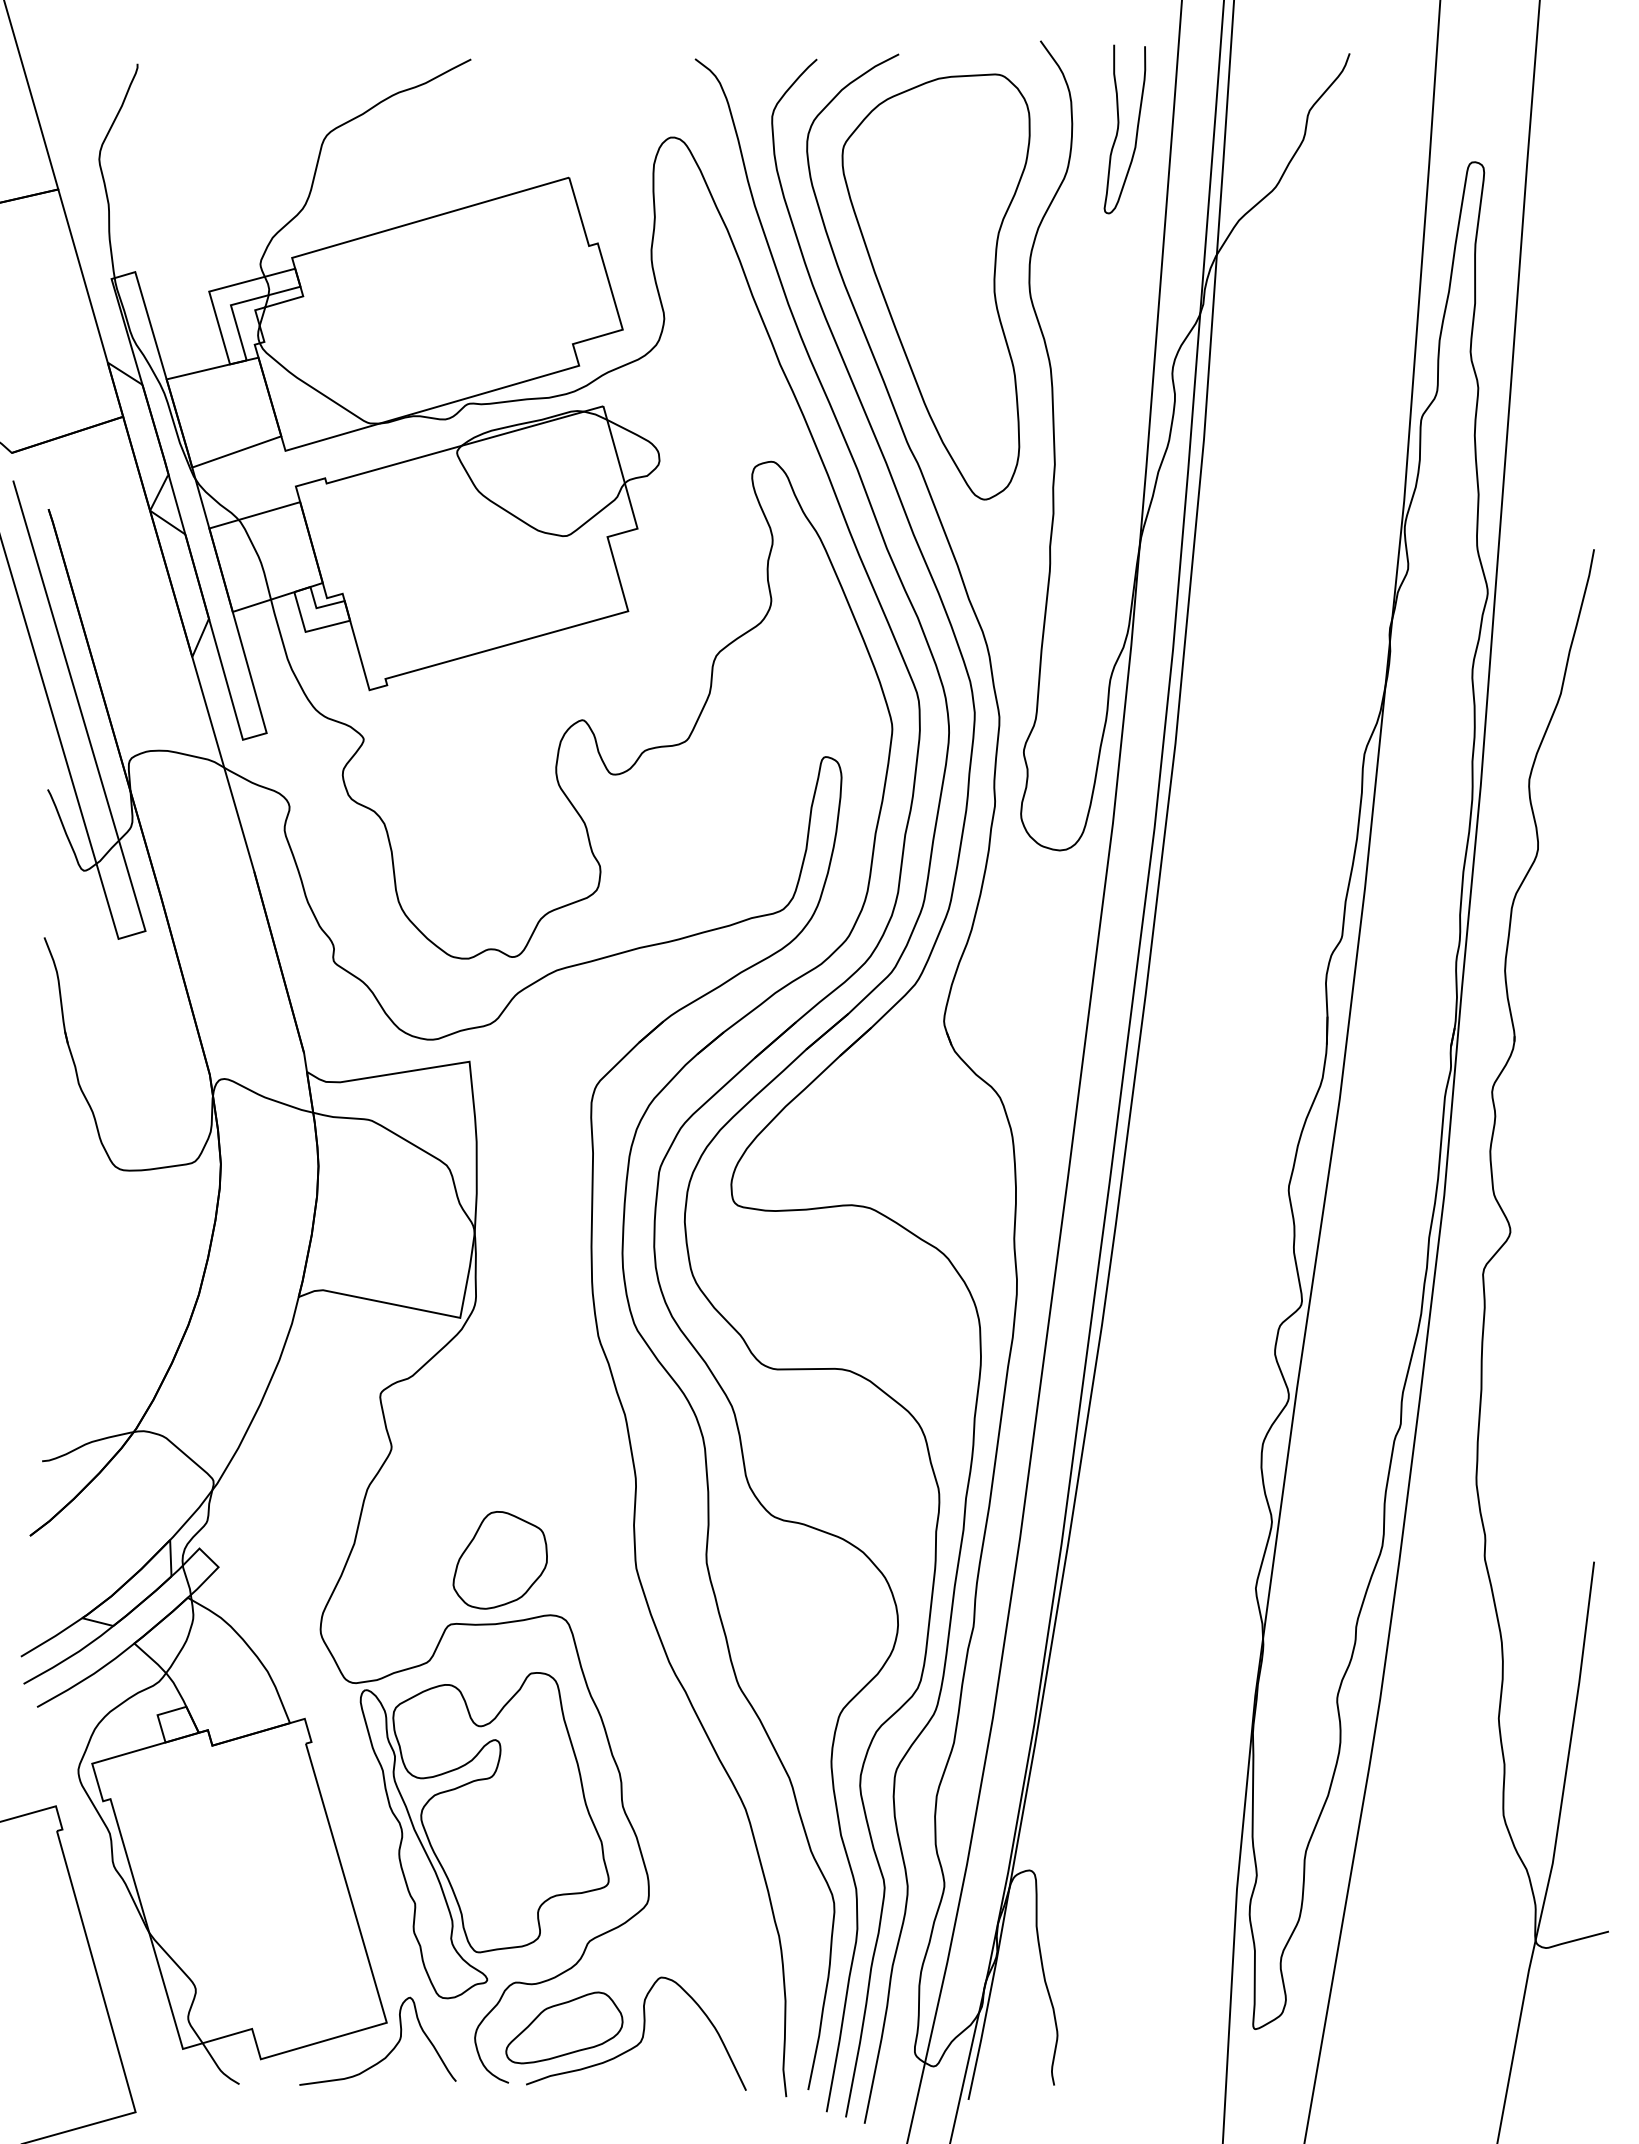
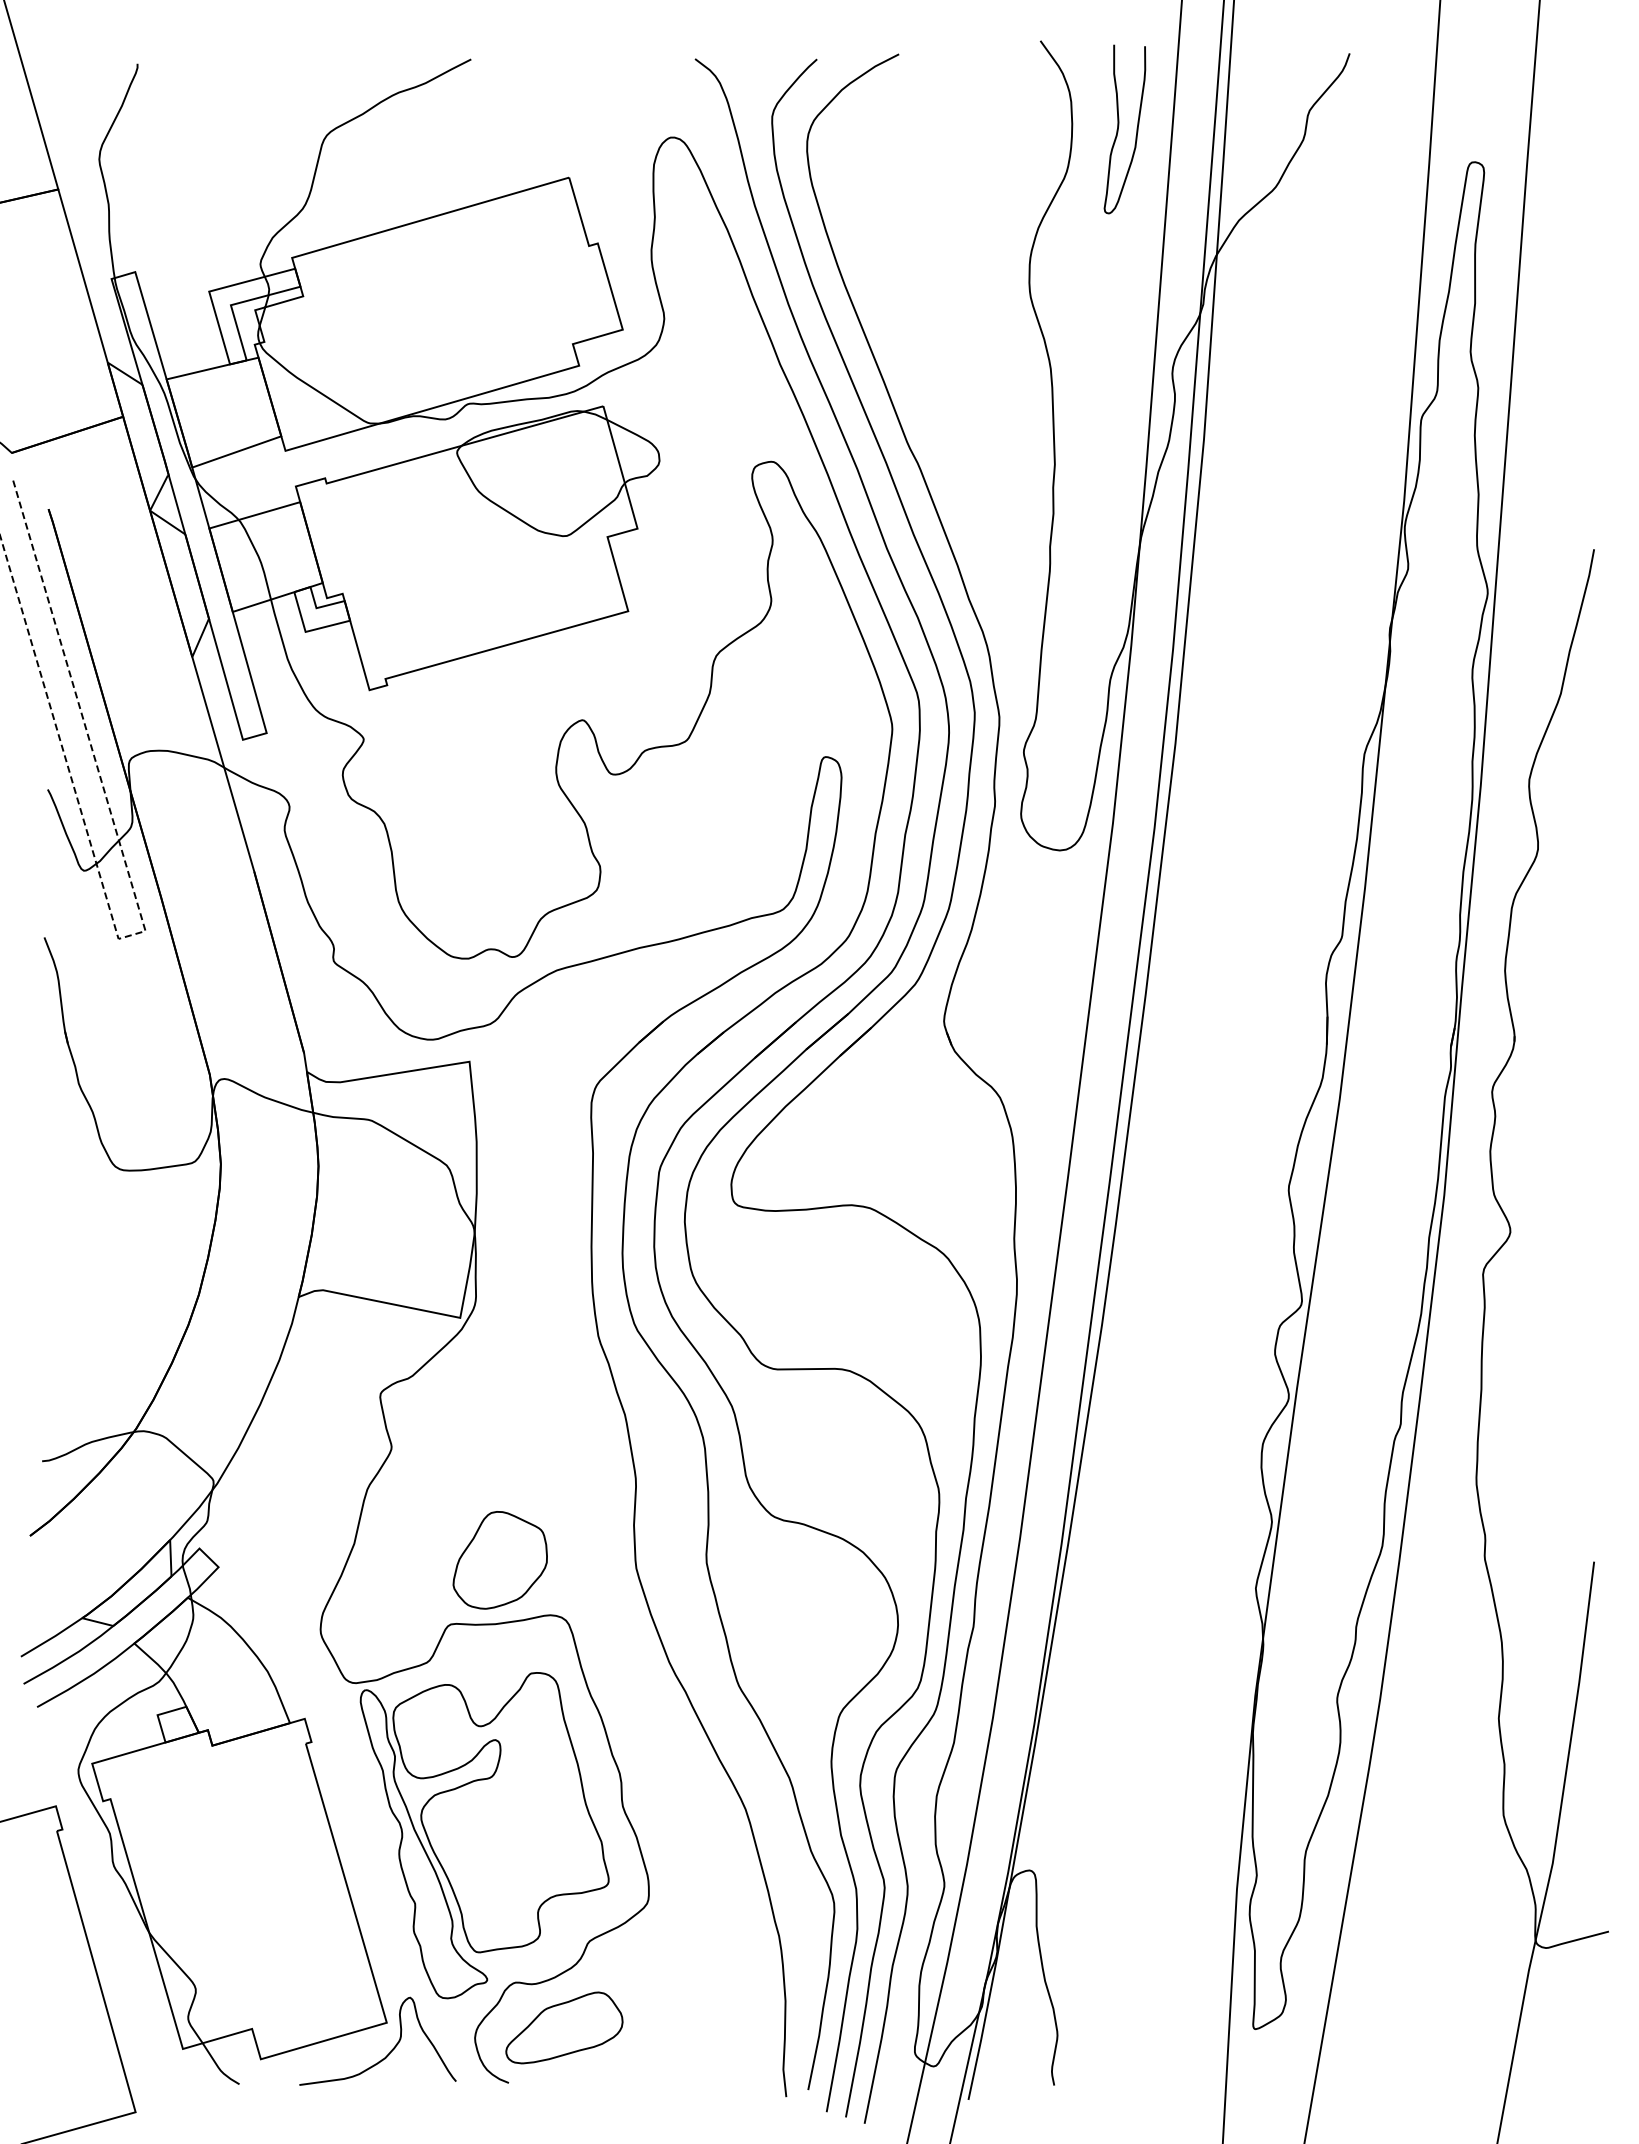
part at (935, 286): present -> none
line at (143, 922): solid -> dashed
curve at (642, 2033): present -> none
